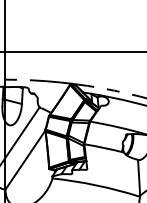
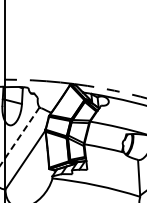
line at (72, 52): present -> none
line at (19, 136): solid -> dashed
